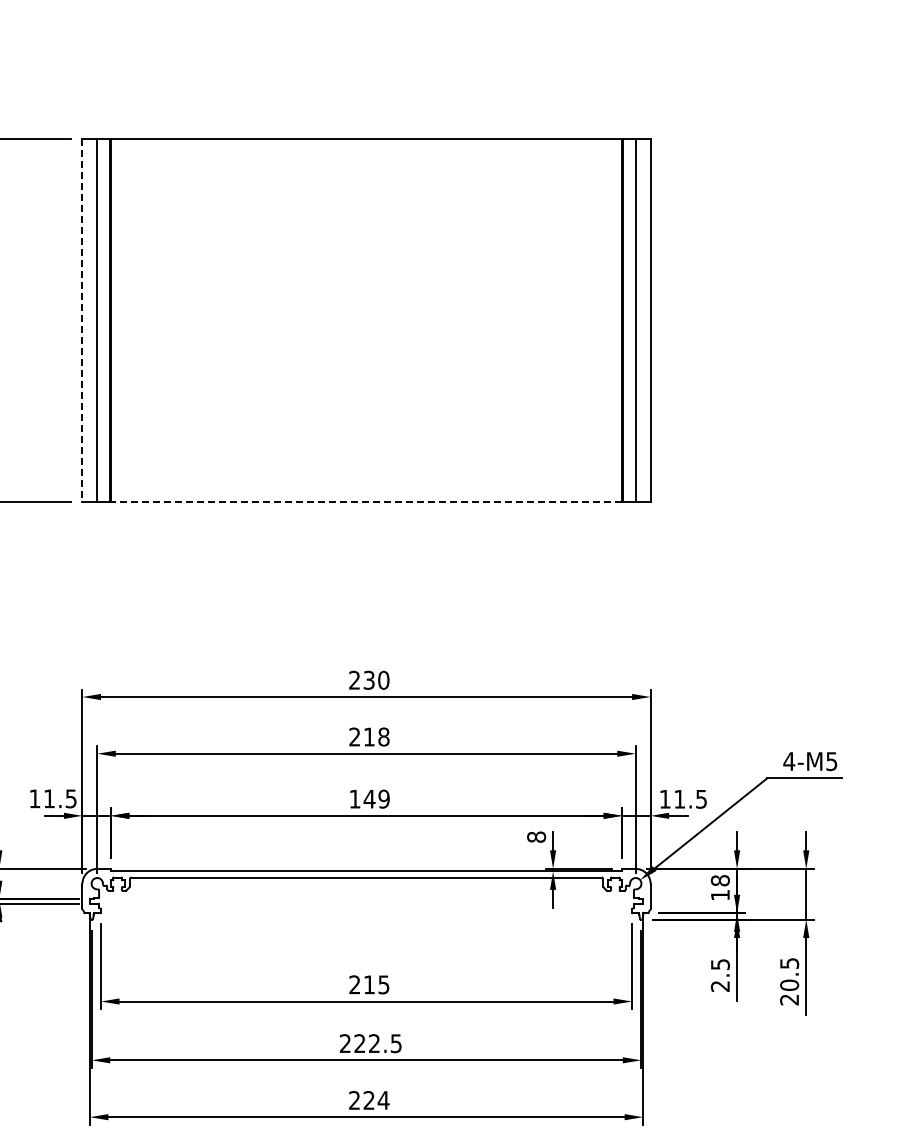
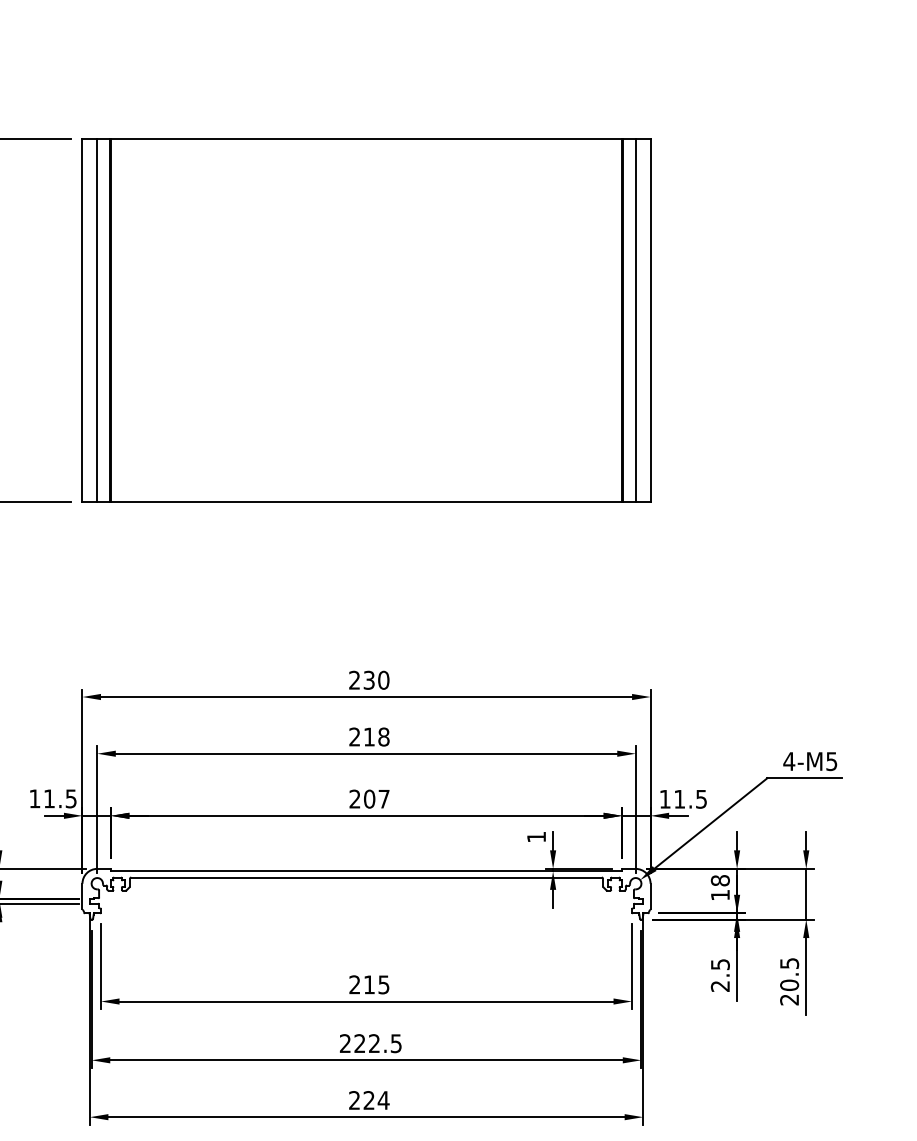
line at (82, 320): dashed -> solid
line at (366, 501): dashed -> solid
text at (369, 798): 149 -> 207
text at (536, 836): 8 -> 1
